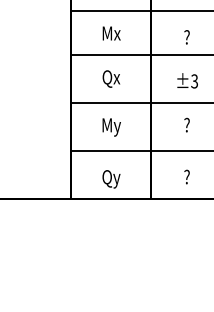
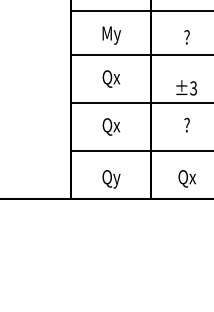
text at (111, 35): Mx -> My
text at (187, 80) position: (187, 80) -> (186, 87)
text at (111, 127): My -> Qx
text at (186, 178): ? -> Qx
